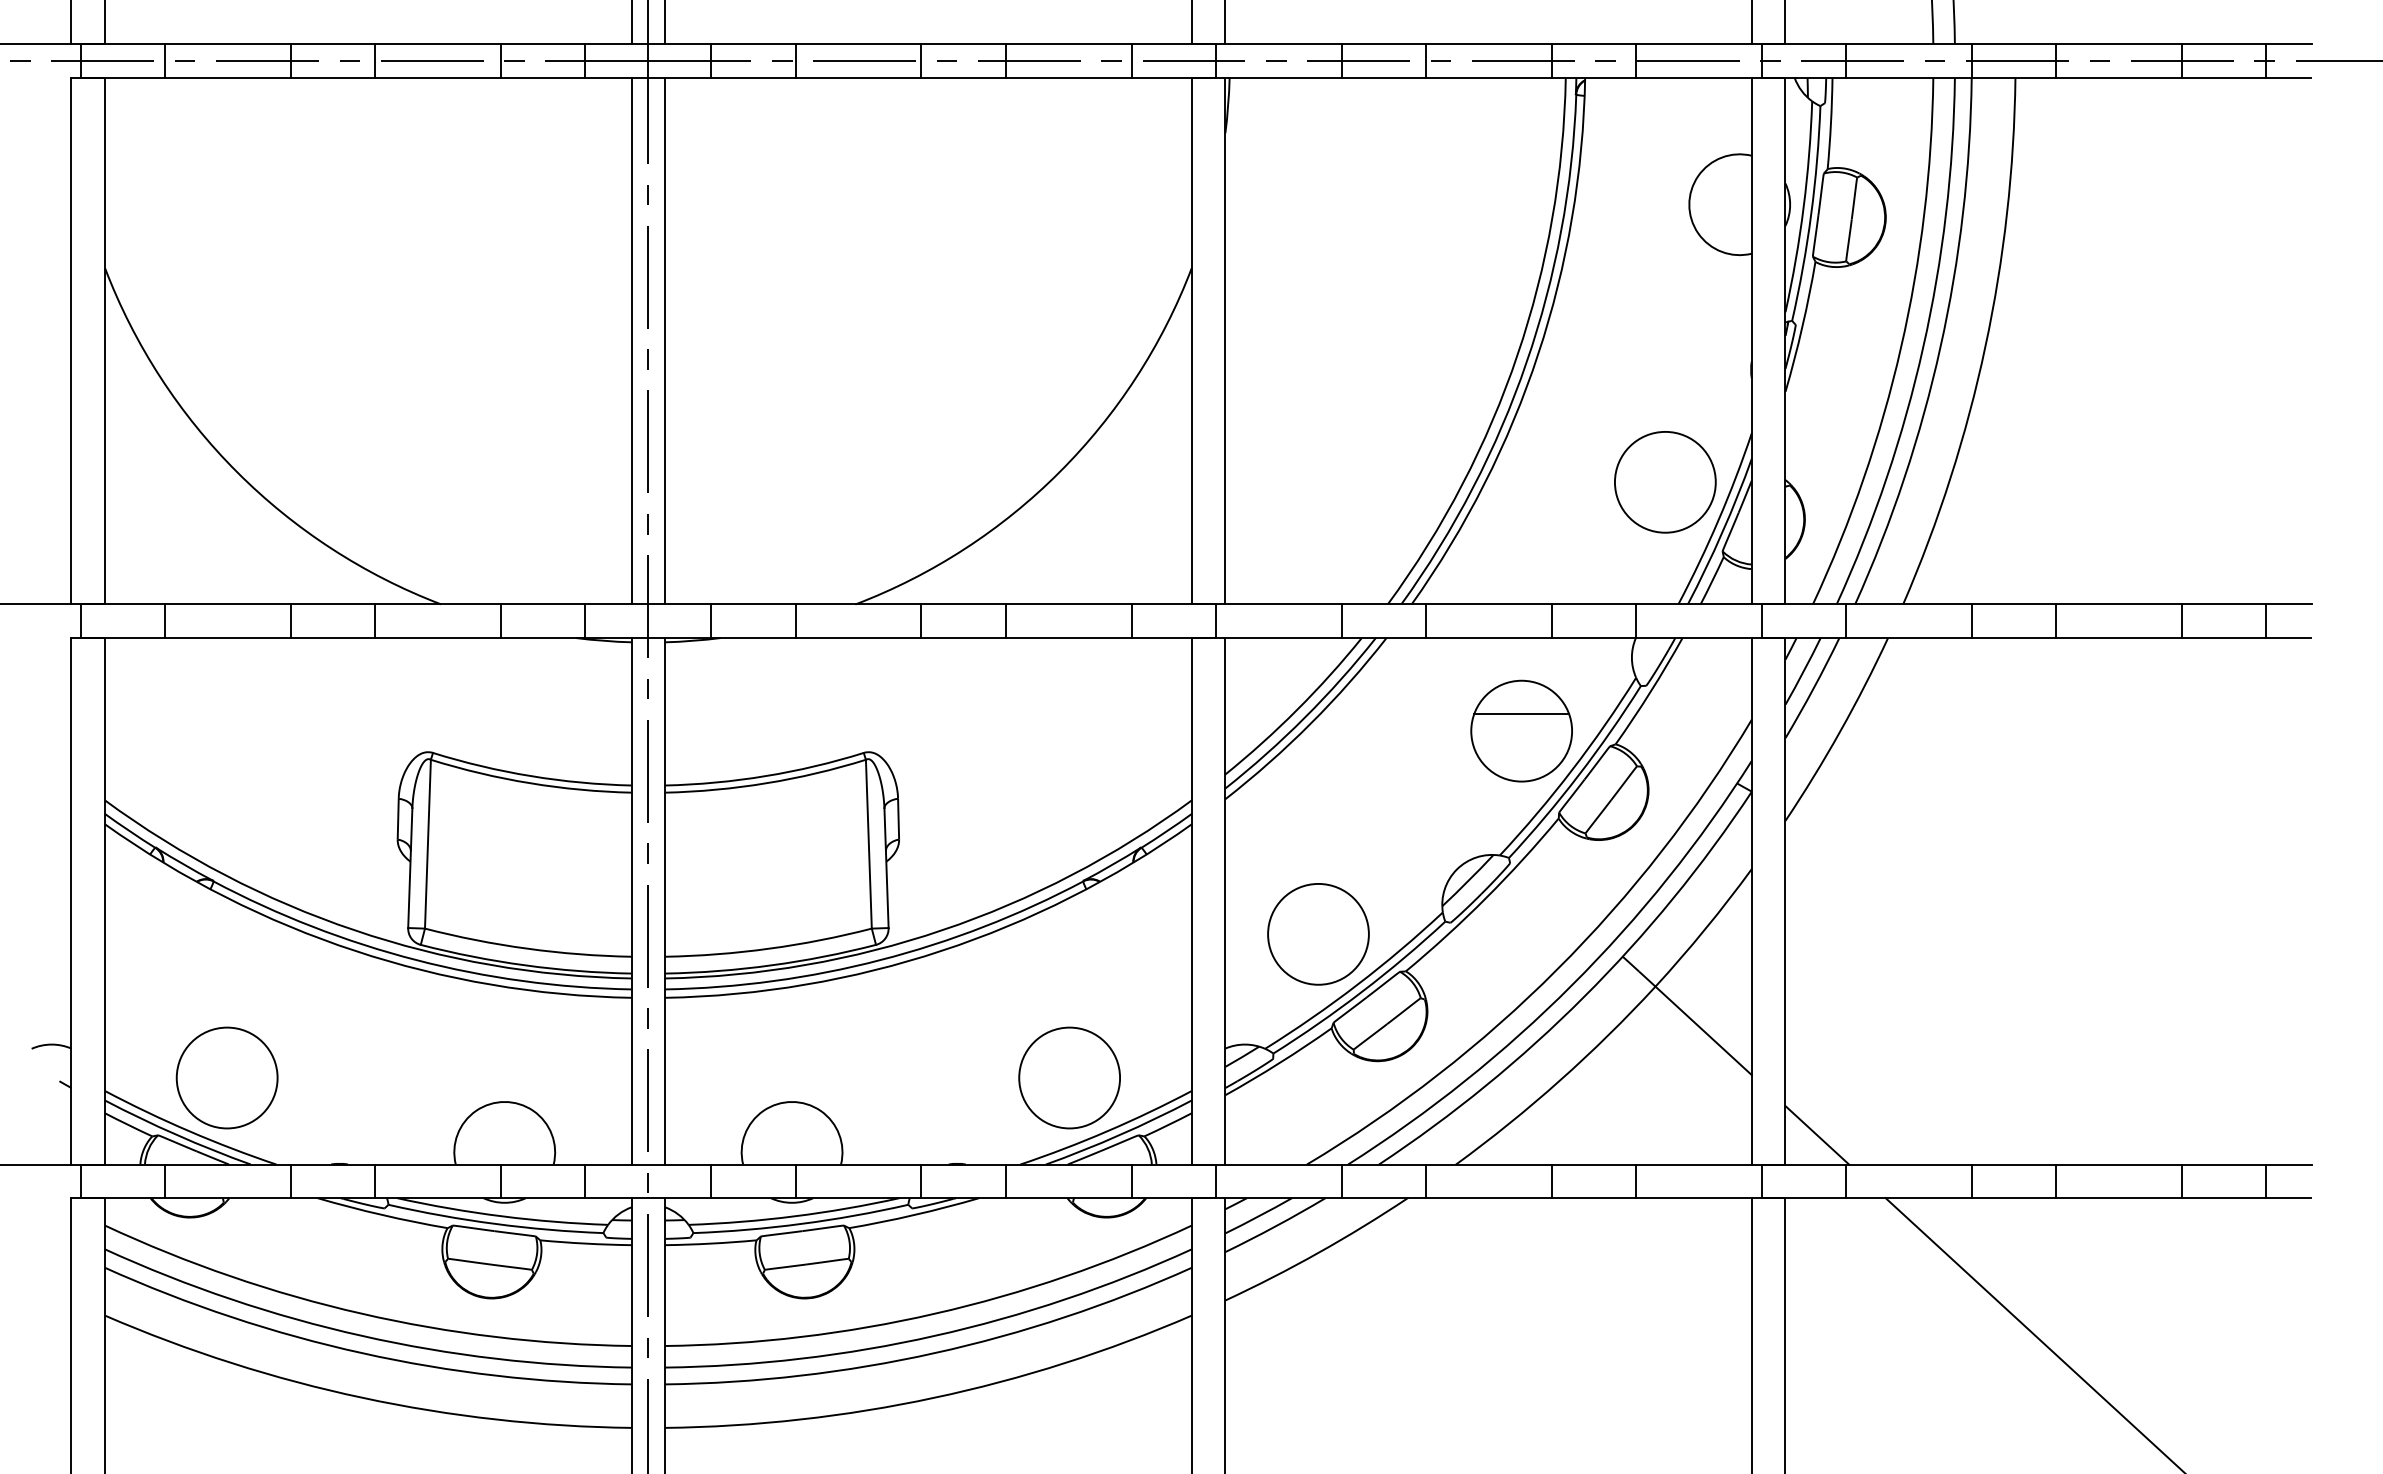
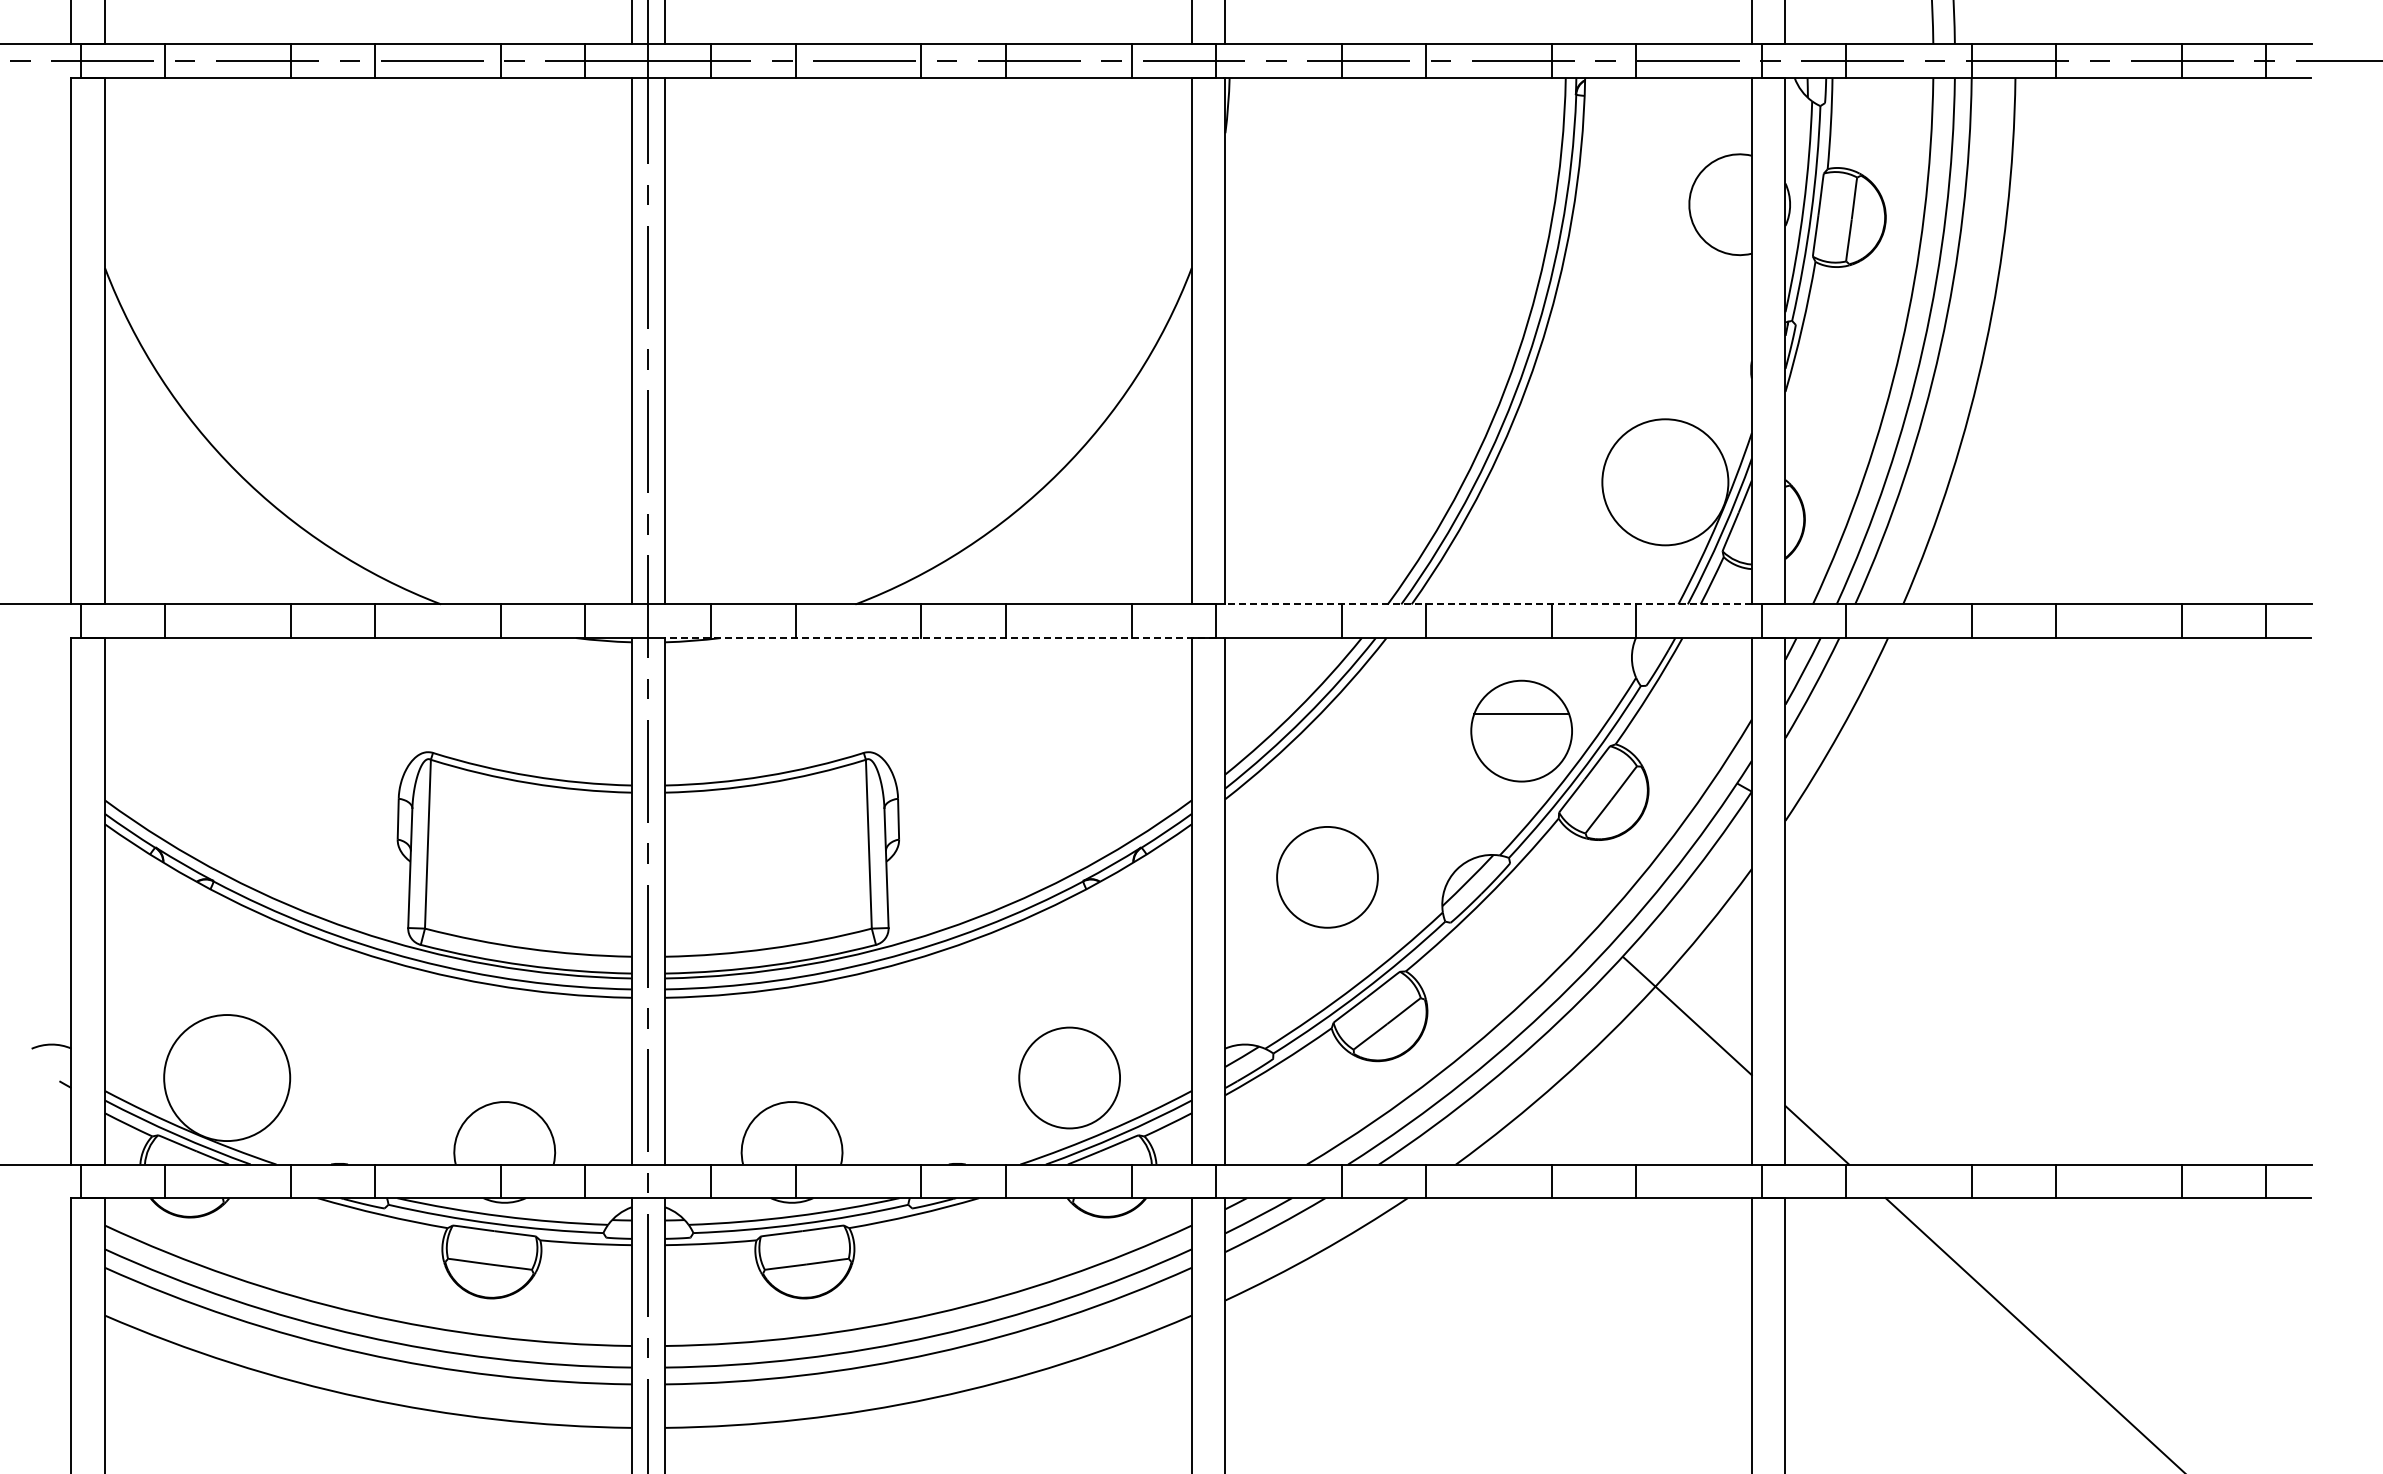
circle at (1664, 481) diameter: 101 px -> 126 px
line at (1488, 604): solid -> dashed
line at (939, 638): solid -> dashed
circle at (1318, 934) position: (1318, 934) -> (1327, 877)
circle at (226, 1077) diameter: 101 px -> 126 px
